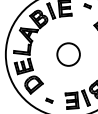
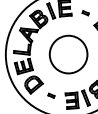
part at (87, 6) position: (87, 6) -> (85, 13)
circle at (68, 54) diameter: 23 px -> 38 px
part at (49, 100) position: (49, 100) -> (51, 95)
